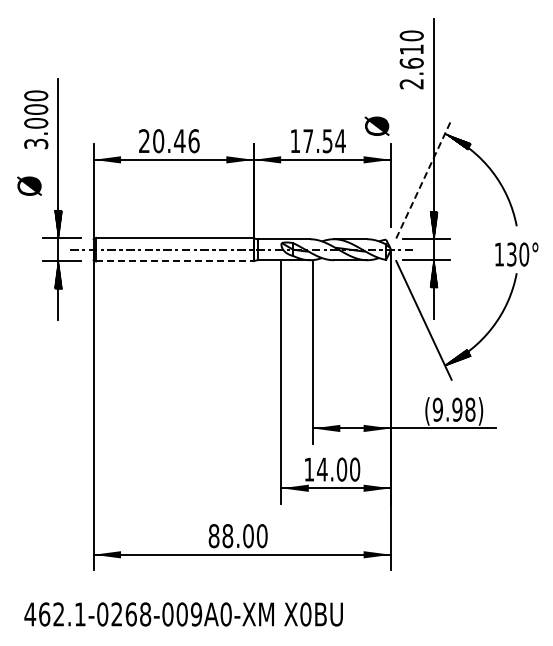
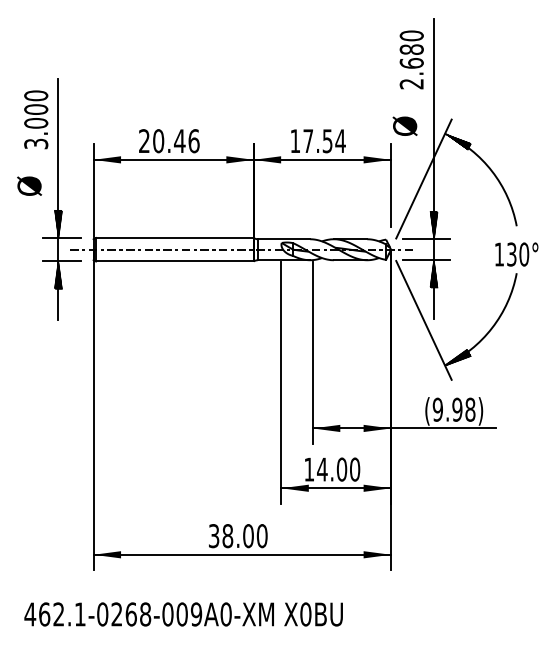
text at (411, 49): 2.610 -> 2.680
text at (376, 125) position: (376, 125) -> (404, 125)
line at (423, 179): dashed -> solid
line at (174, 261): dashed -> solid
text at (213, 536): 88.00 -> 38.00
